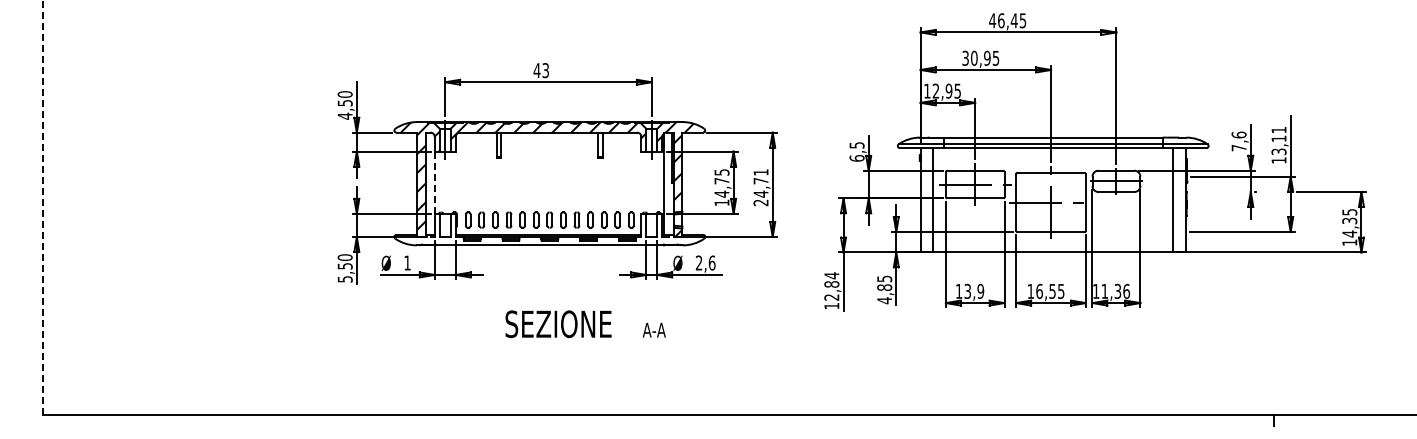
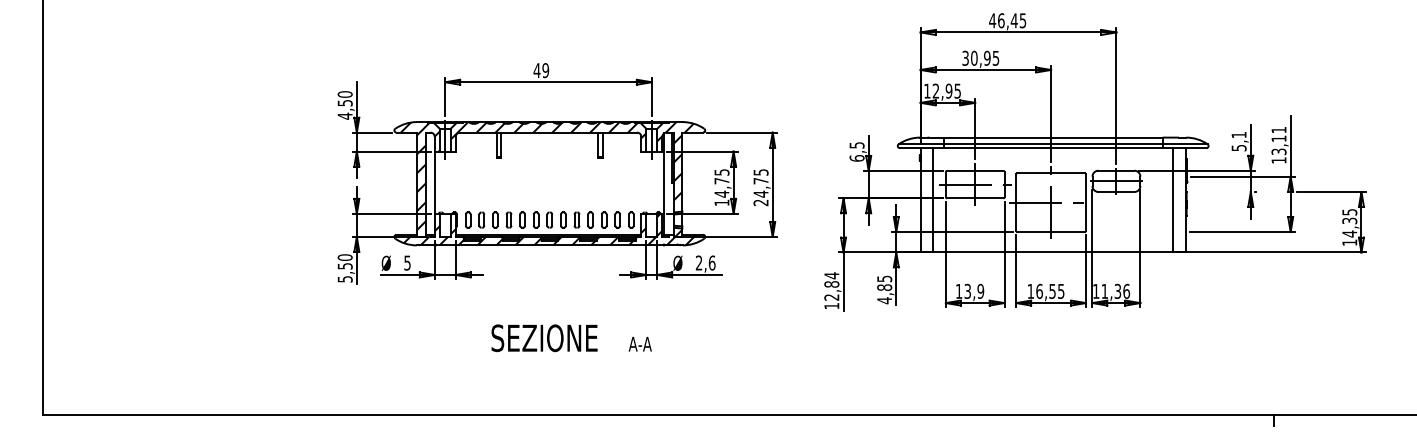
text at (545, 70): 43 -> 49
text at (1238, 141): 7,6 -> 5,1
text at (760, 172): 24,71 -> 24,75
line at (435, 182): dashed -> solid
line at (42, 207): dashed -> solid
hatch at (549, 229): none -> present
text at (407, 262): 1 -> 5
text at (585, 324) position: (585, 324) -> (571, 338)
